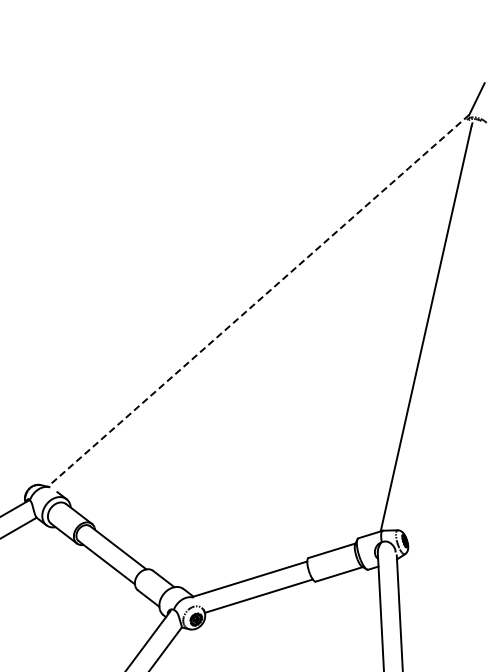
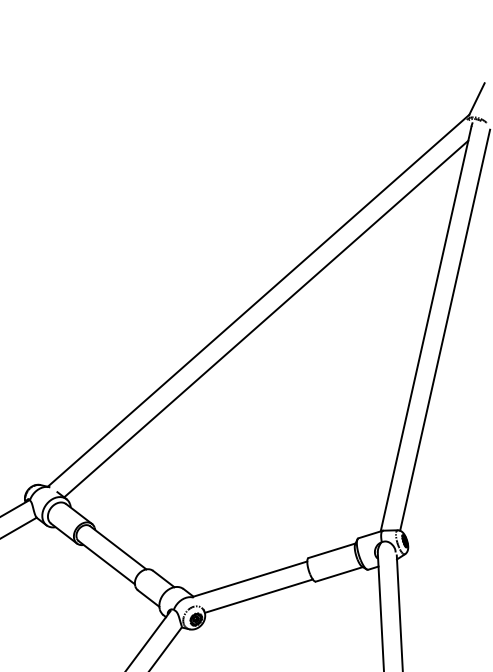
line at (258, 301): dashed -> solid
line at (266, 318): none -> present
line at (444, 330): none -> present
